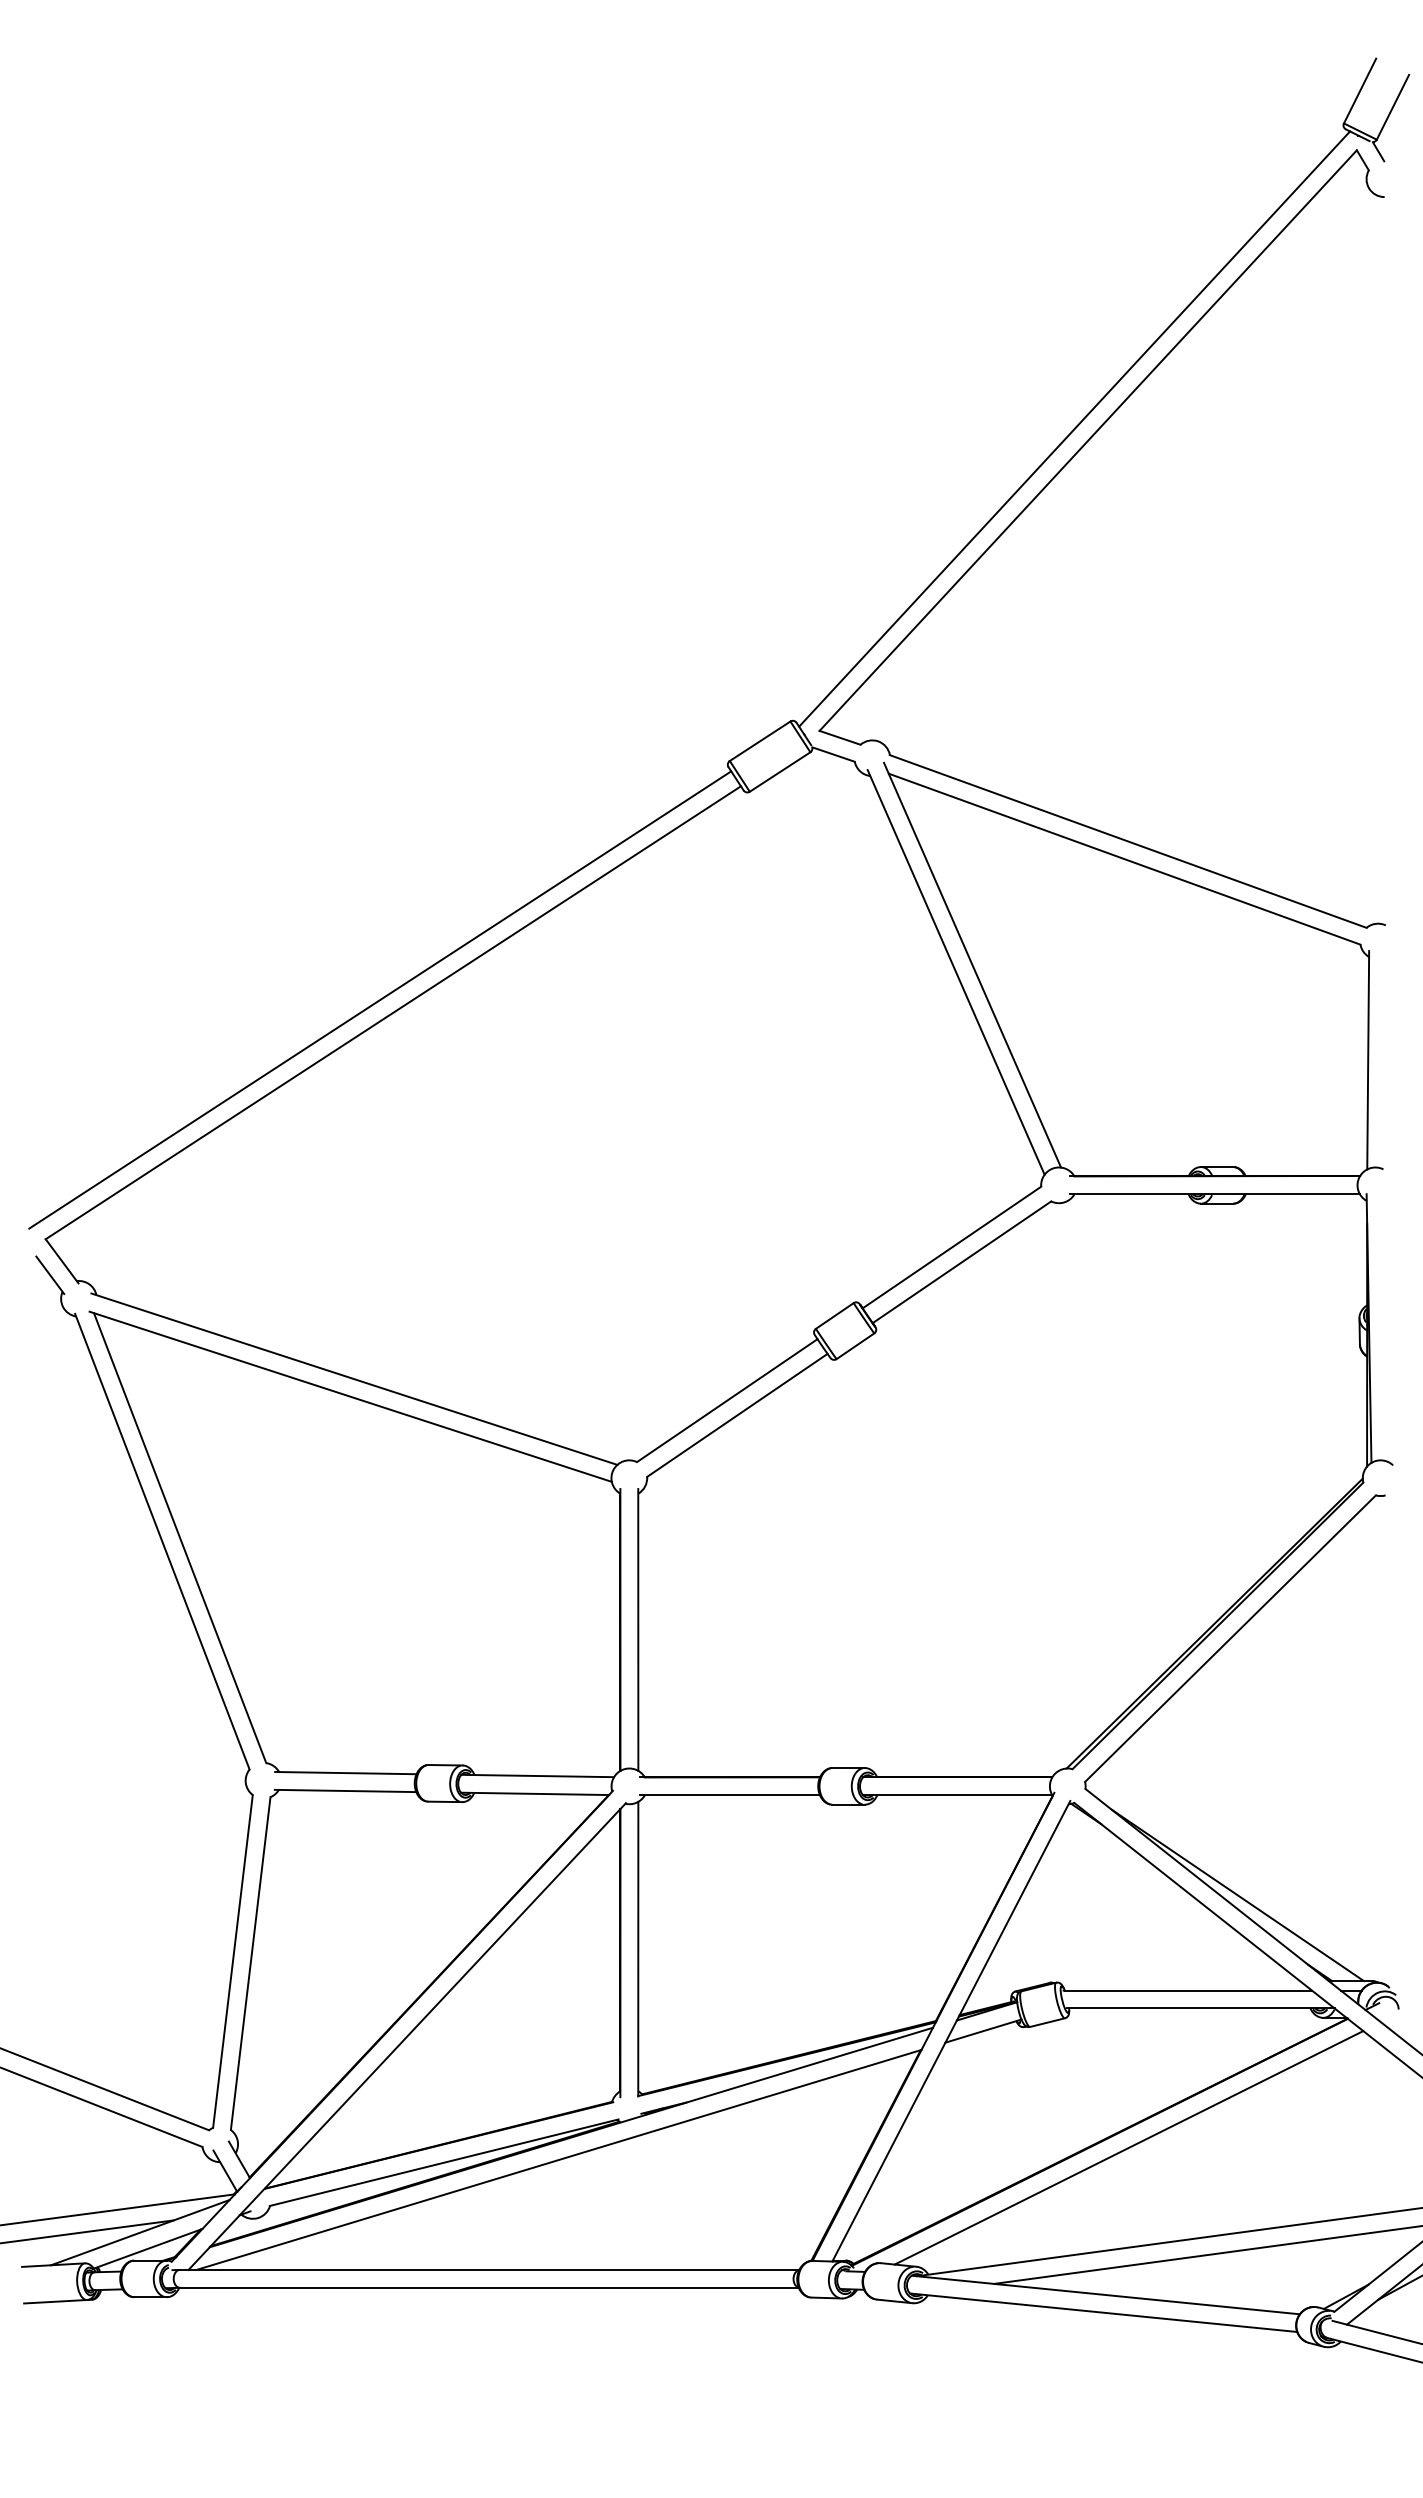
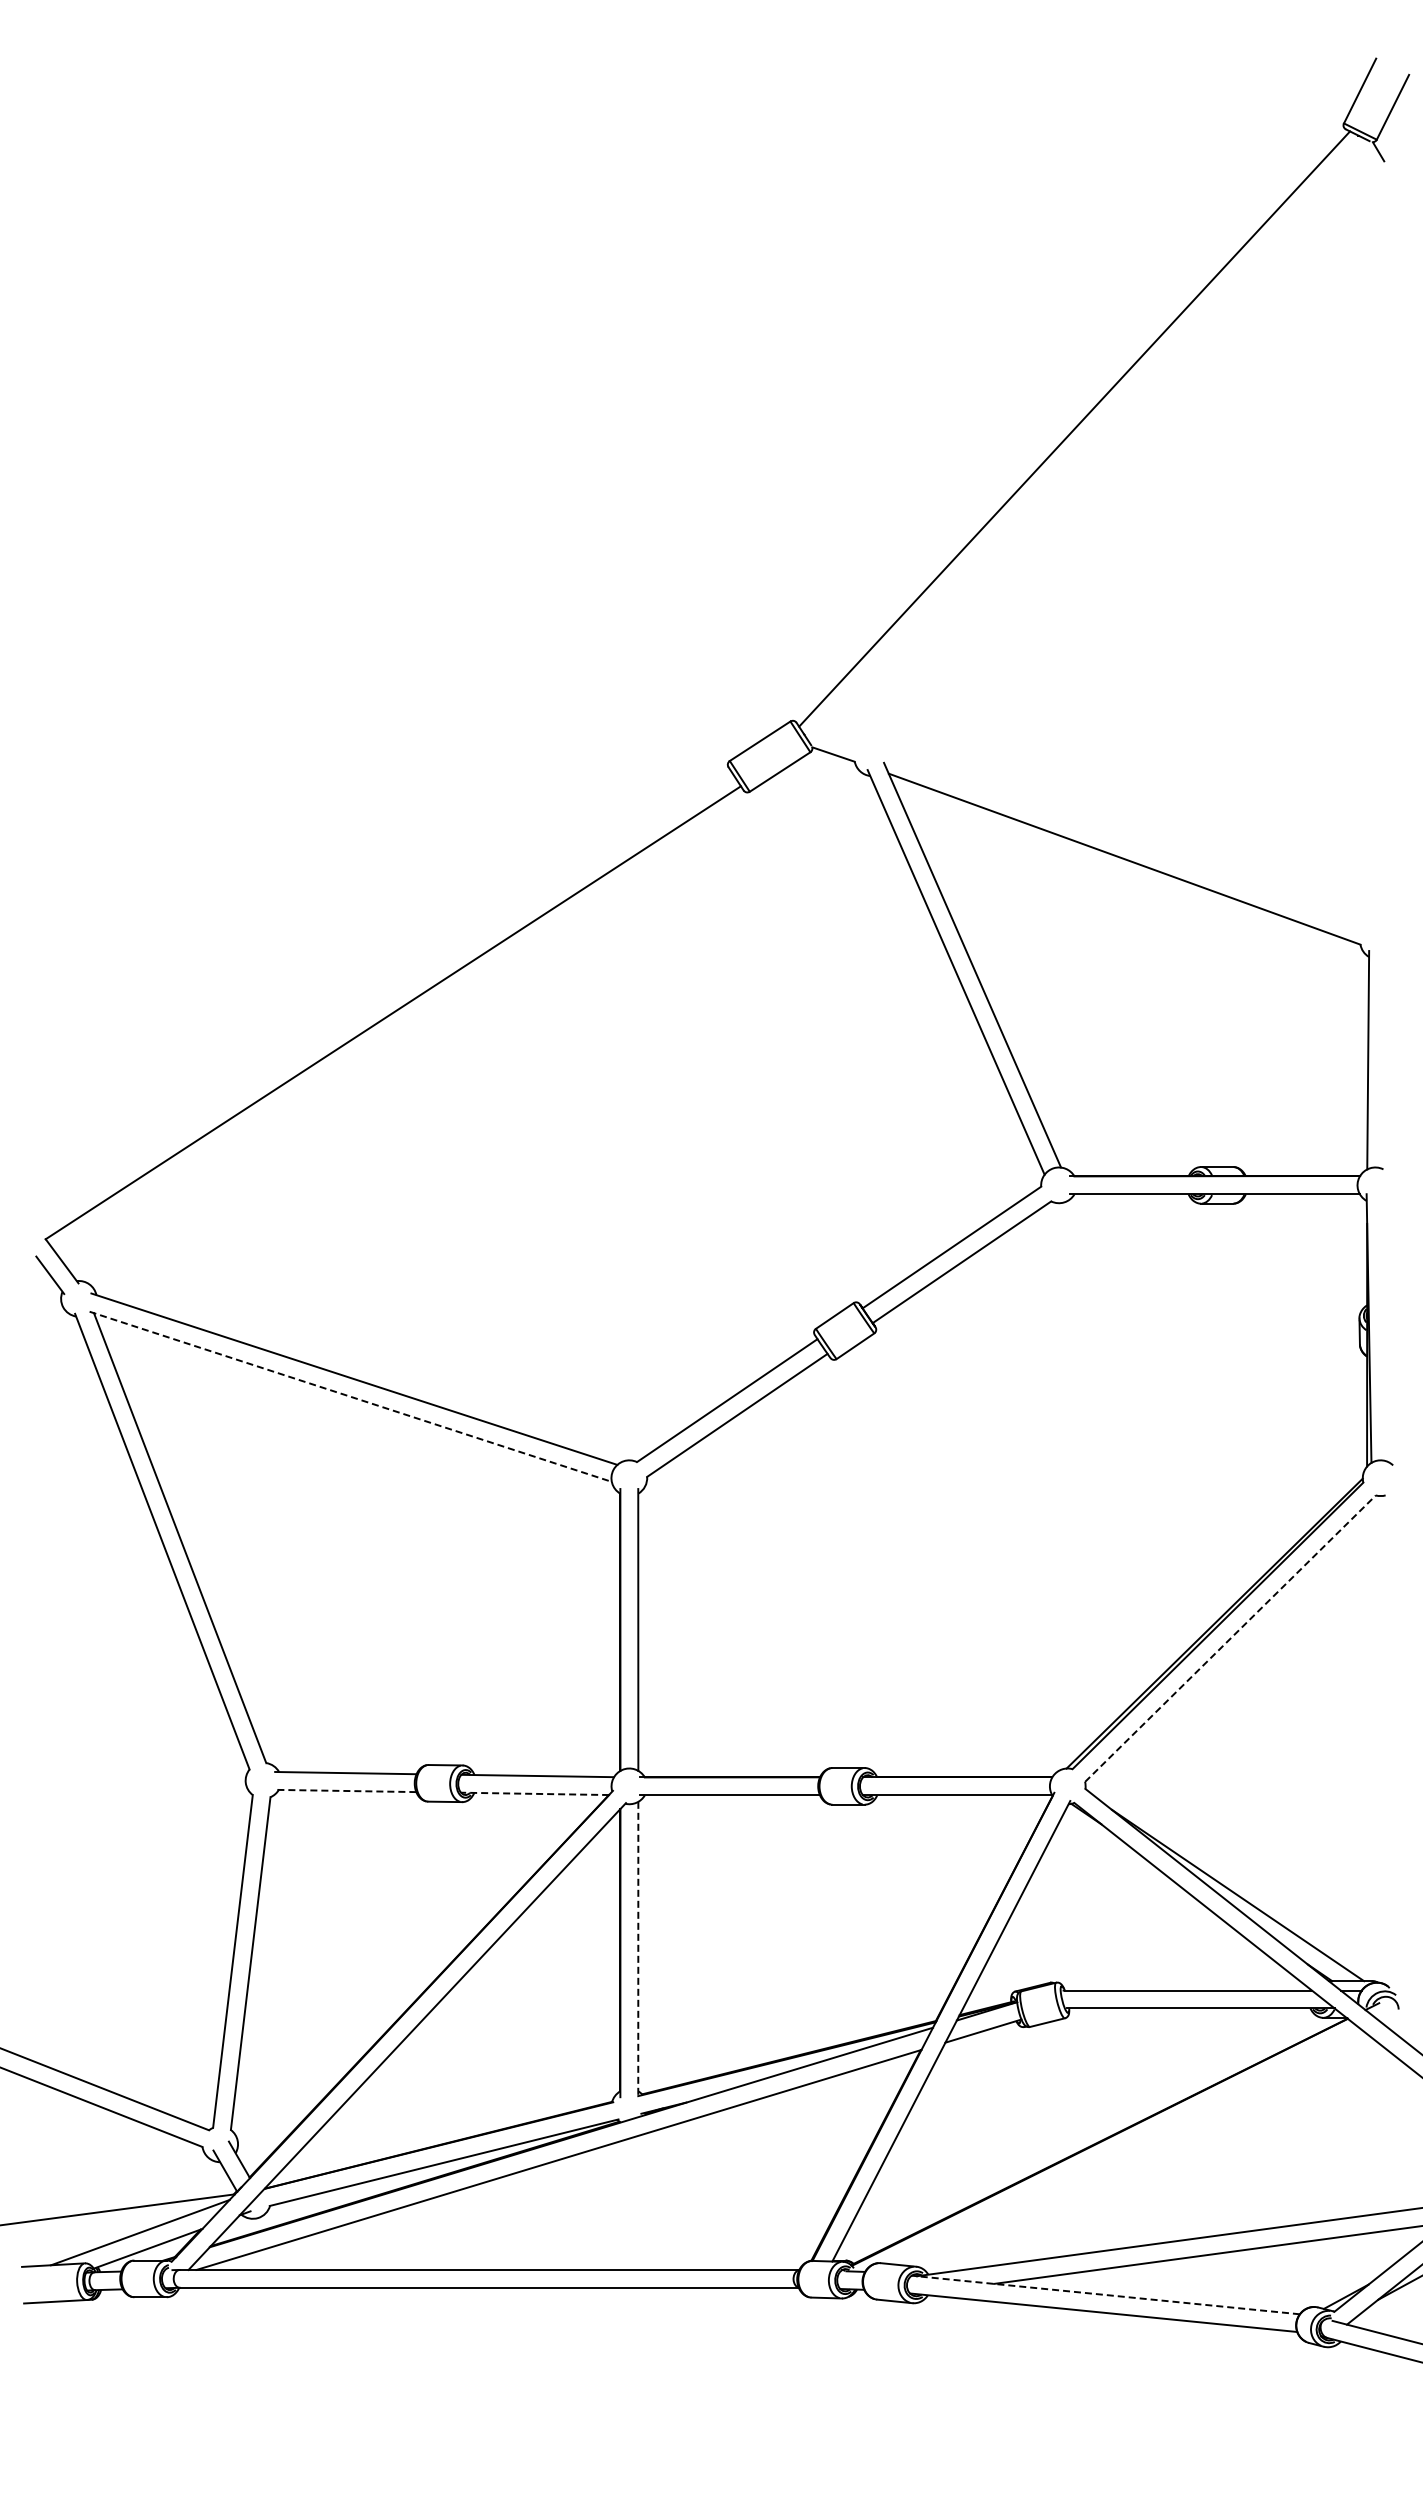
part at (1048, 485): present -> none
line at (380, 999): present -> none
line at (350, 1396): solid -> dashed
line at (1230, 1638): solid -> dashed
line at (345, 1790): solid -> dashed
line at (534, 1793): solid -> dashed
line at (638, 1949): solid -> dashed
line at (1128, 2147): present -> none
line at (87, 2231): present -> none
line at (1109, 2295): solid -> dashed
